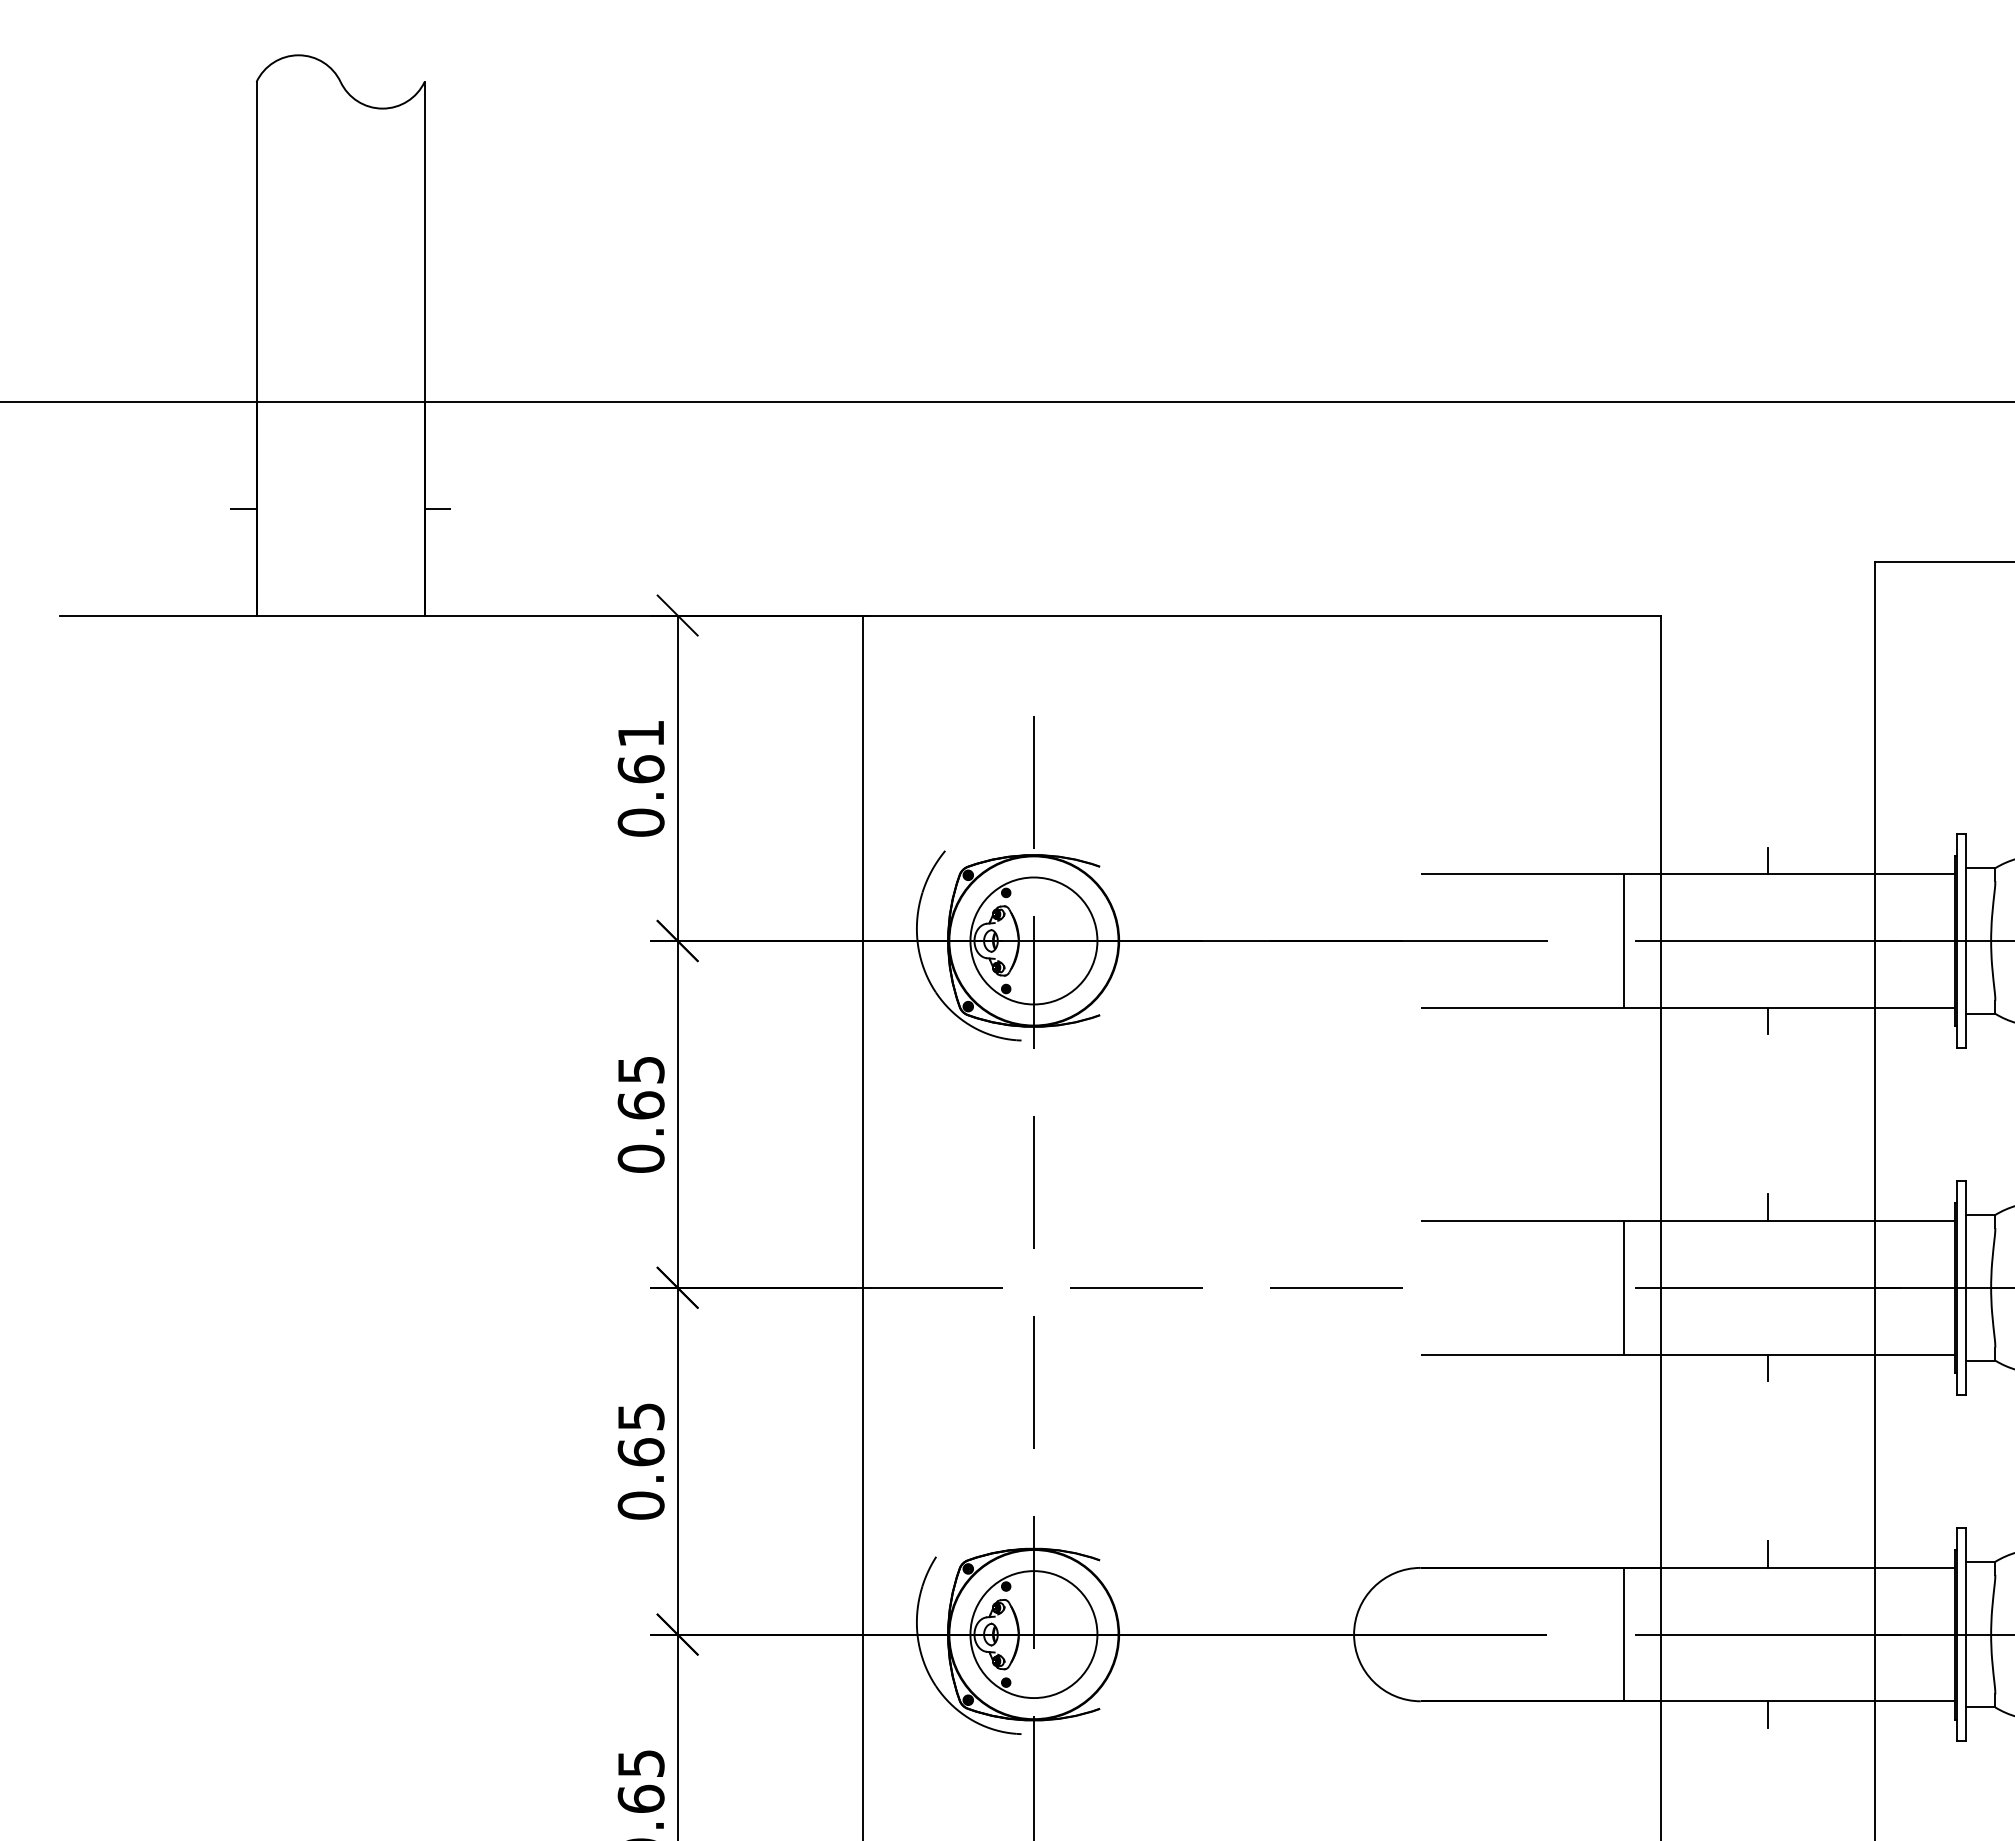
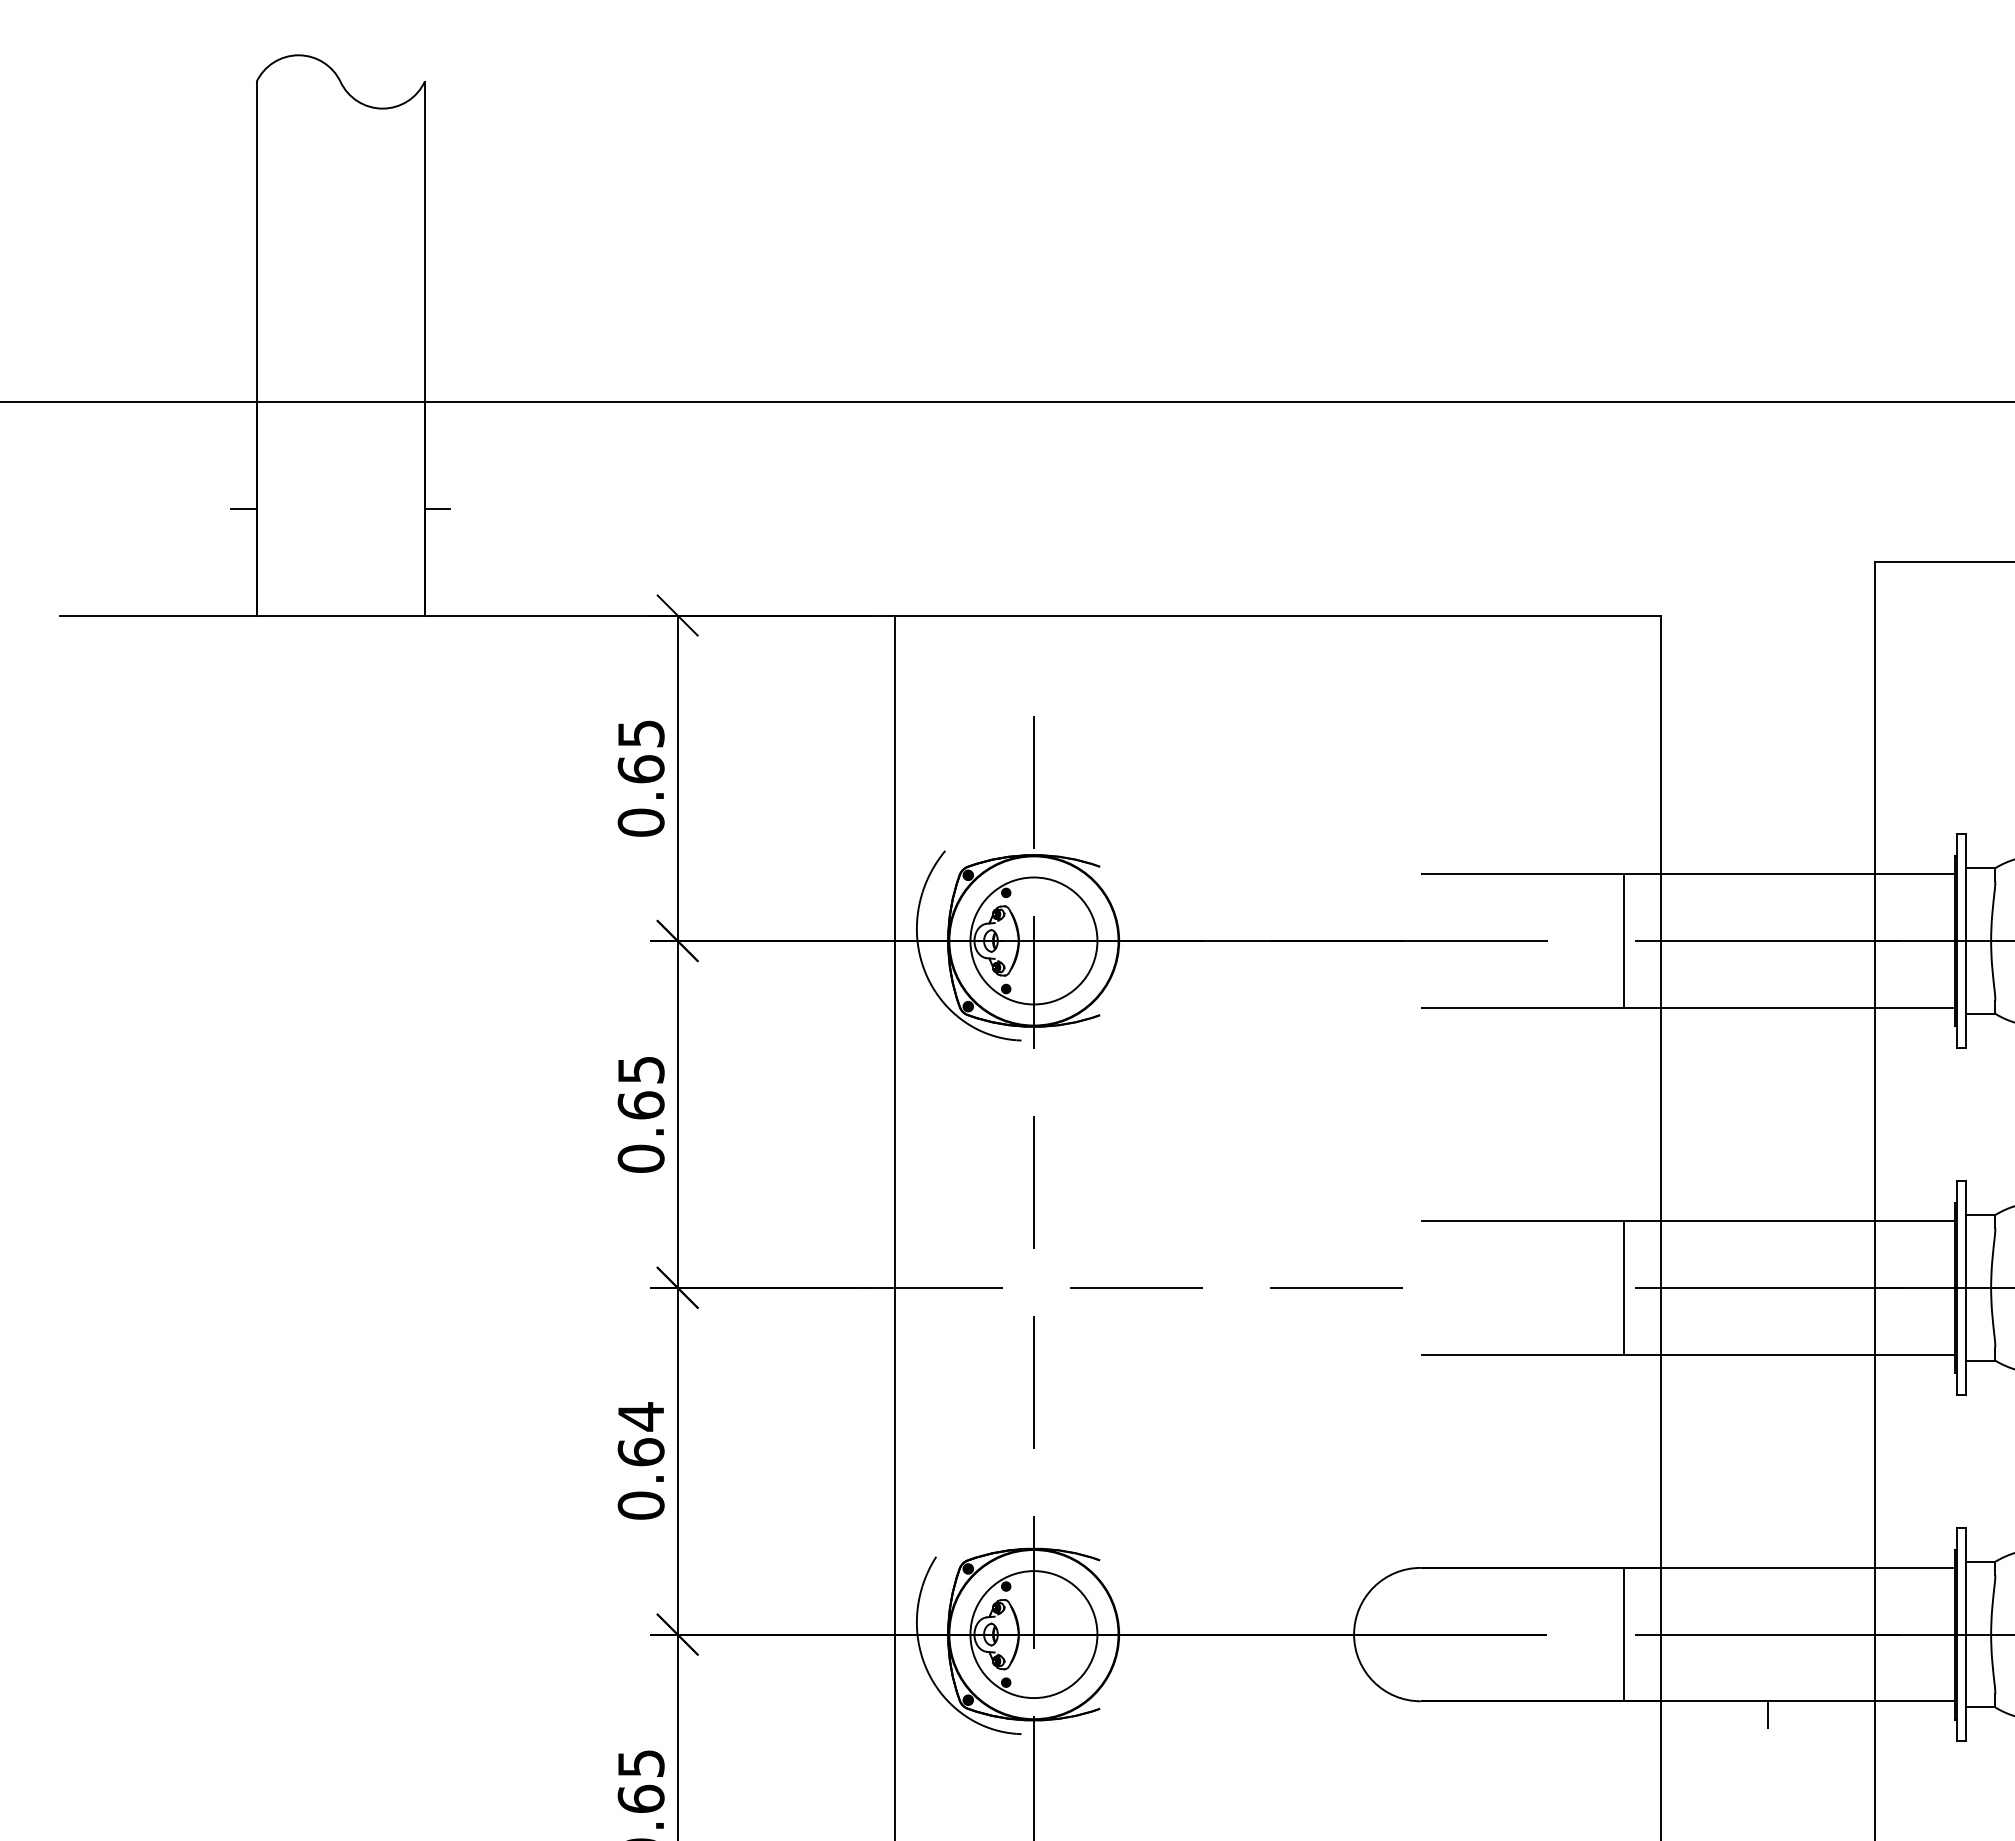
text at (641, 733): 0.61 -> 0.65
line at (1767, 860): present -> none
line at (1767, 1020): present -> none
line at (1767, 1207): present -> none
line at (863, 1226) position: (863, 1226) -> (895, 1226)
line at (1767, 1367): present -> none
text at (641, 1416): 0.65 -> 0.64
line at (1767, 1554): present -> none
